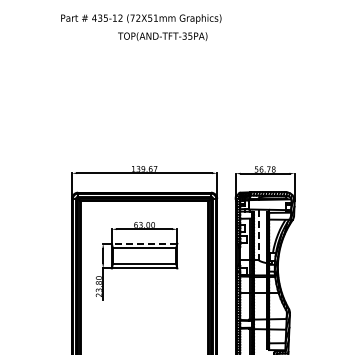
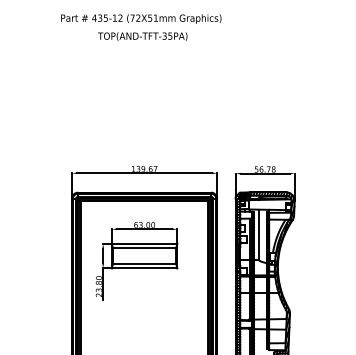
text at (162, 36) position: (162, 36) -> (142, 36)
line at (258, 234): dashed -> solid
line at (144, 243): dashed -> solid
